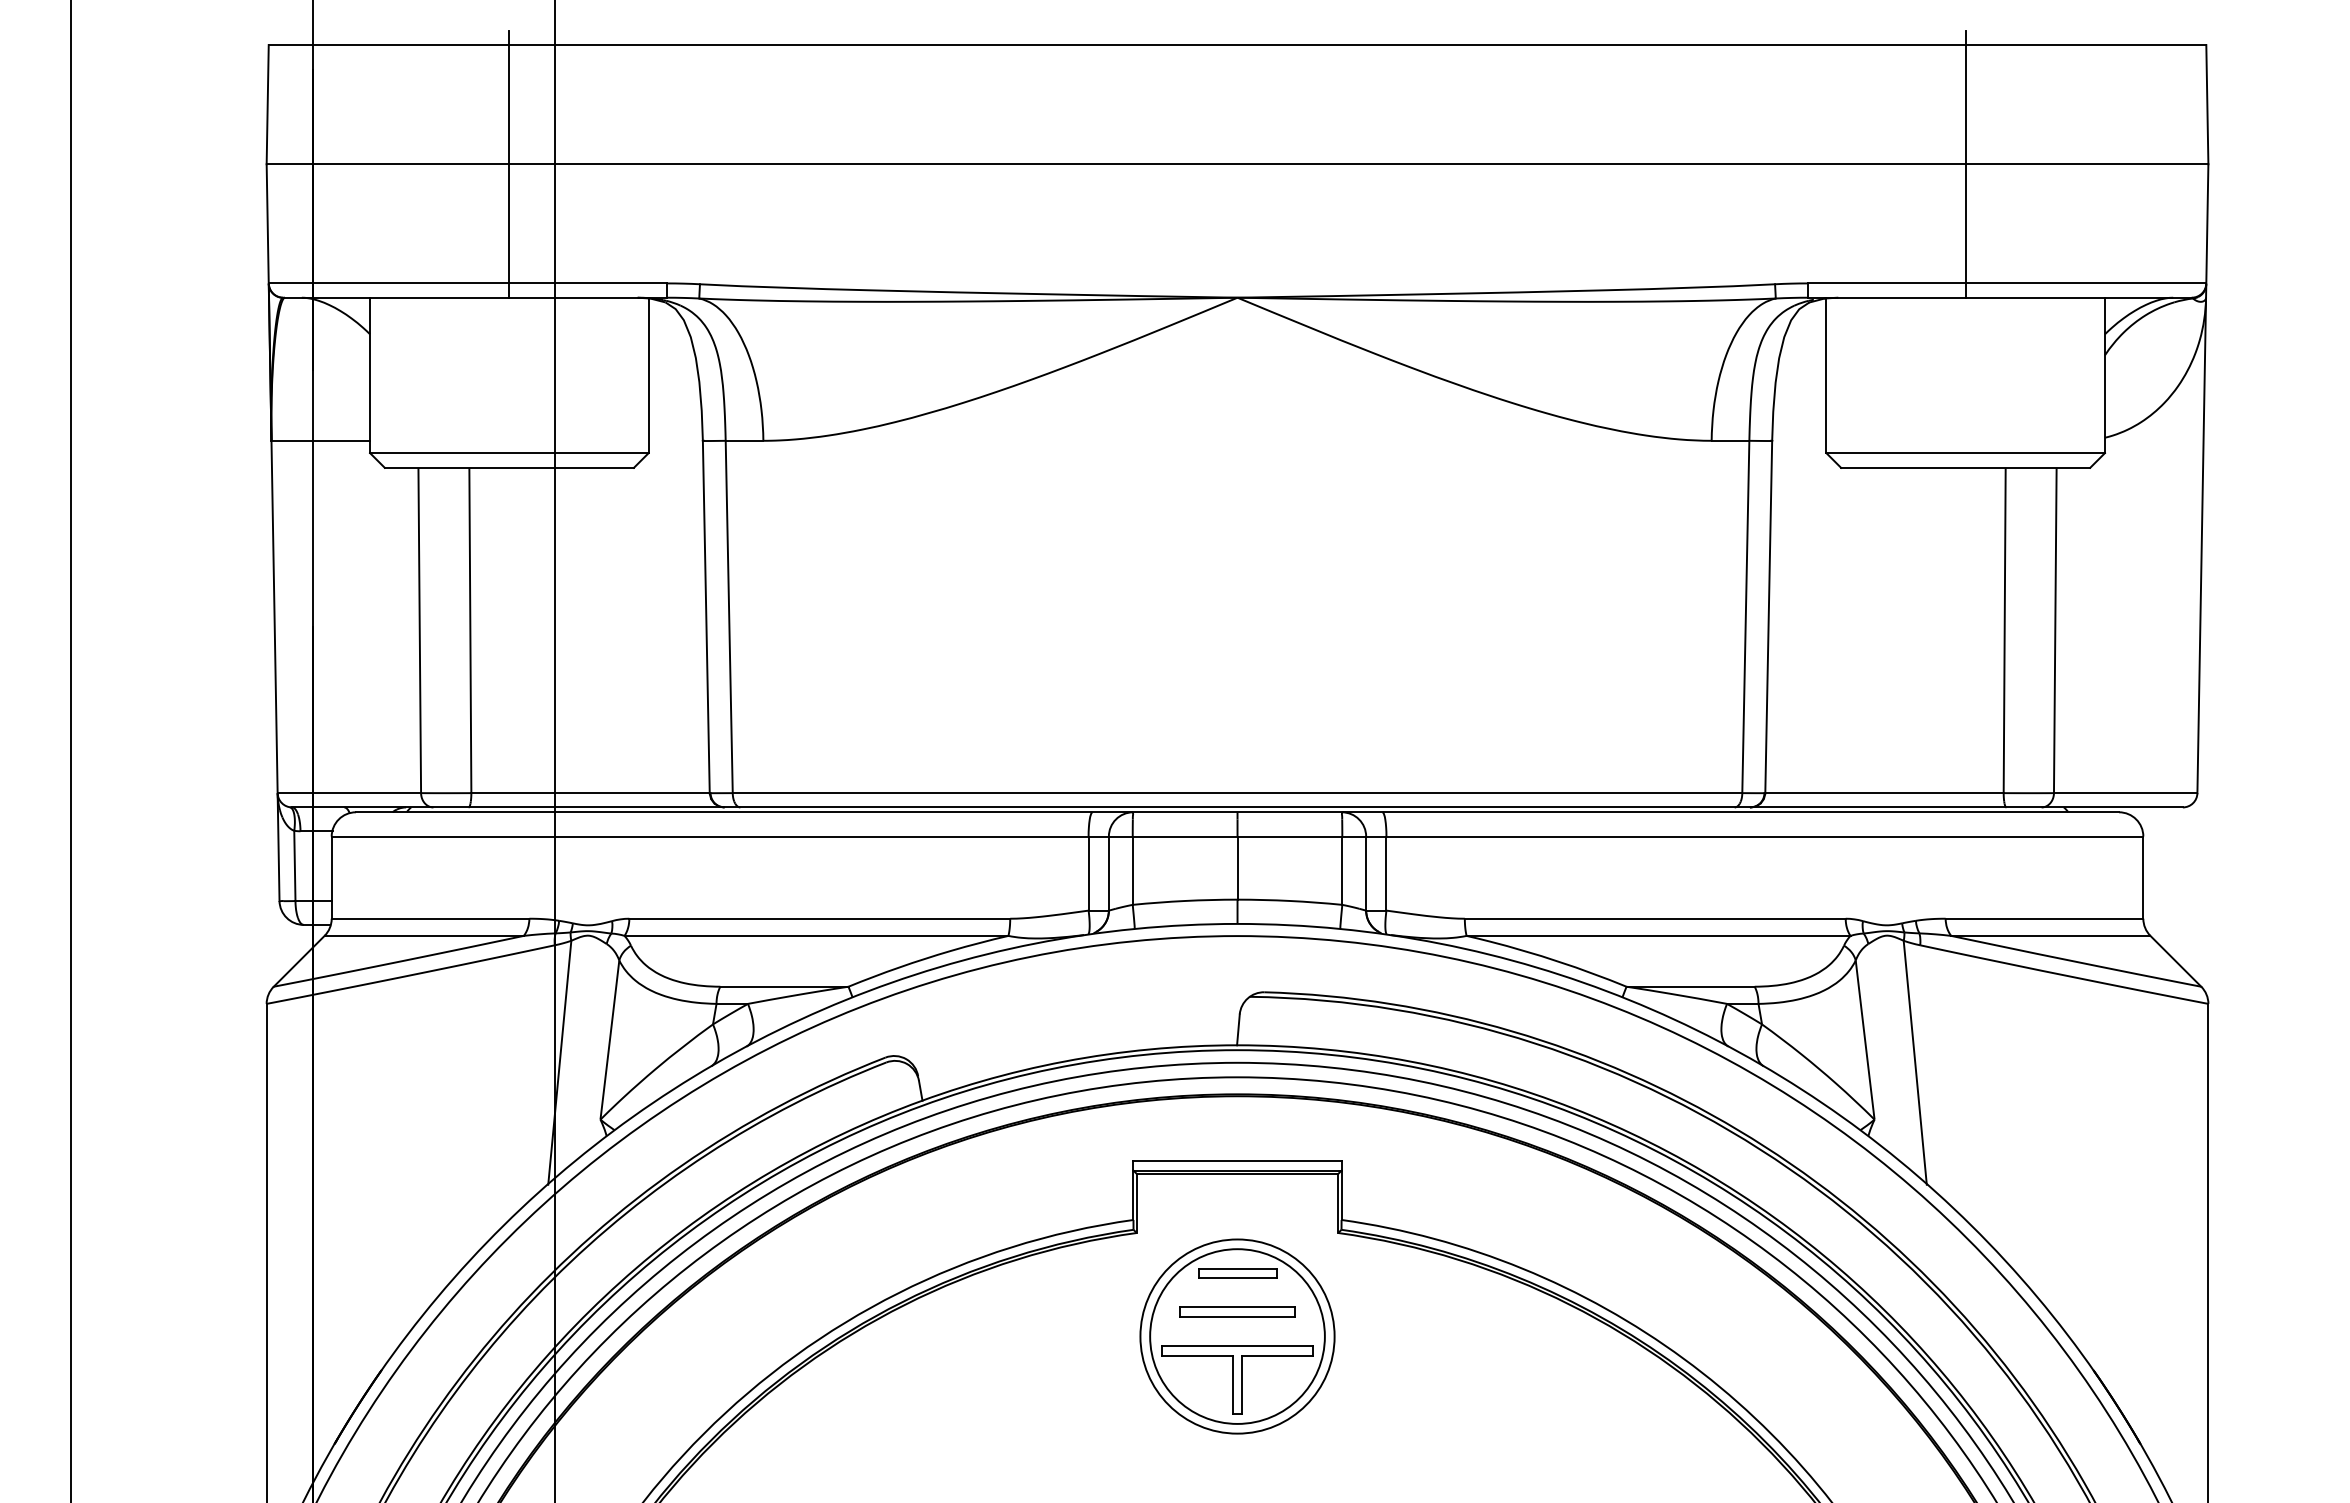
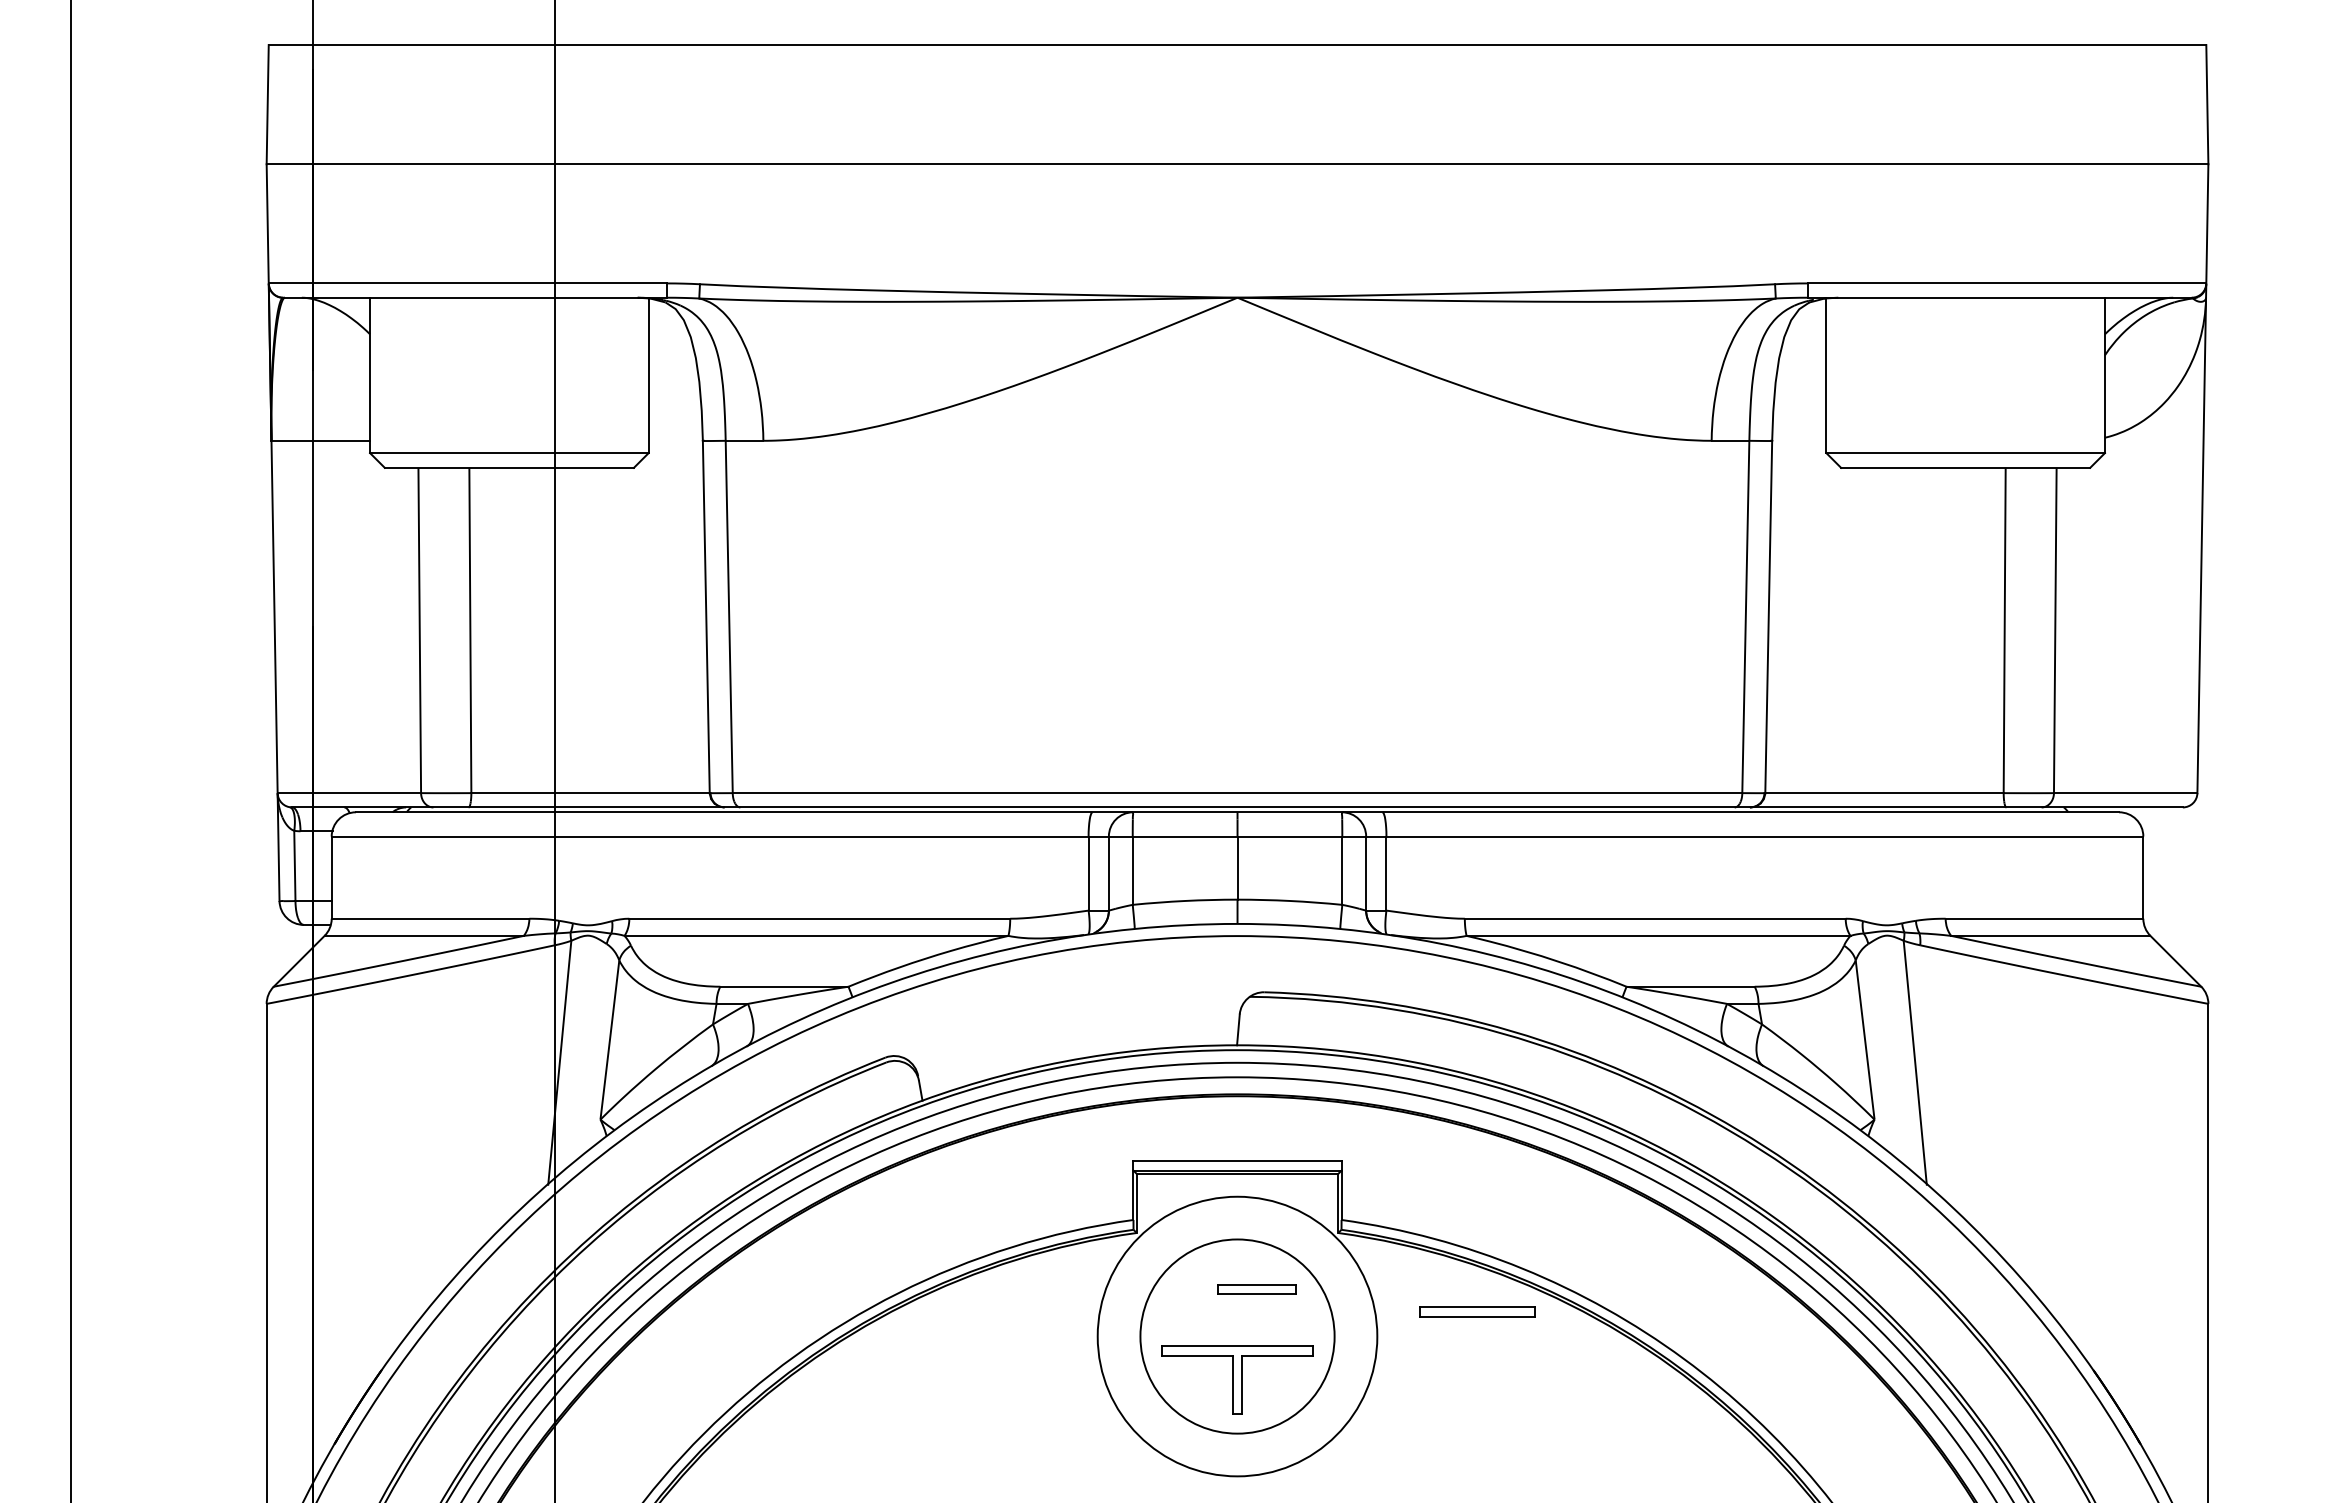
line at (509, 163): present -> none
line at (1965, 163): present -> none
part at (1237, 1273) position: (1237, 1273) -> (1256, 1289)
part at (1237, 1311) position: (1237, 1311) -> (1477, 1311)
circle at (1237, 1336) diameter: 175 px -> 280 px
